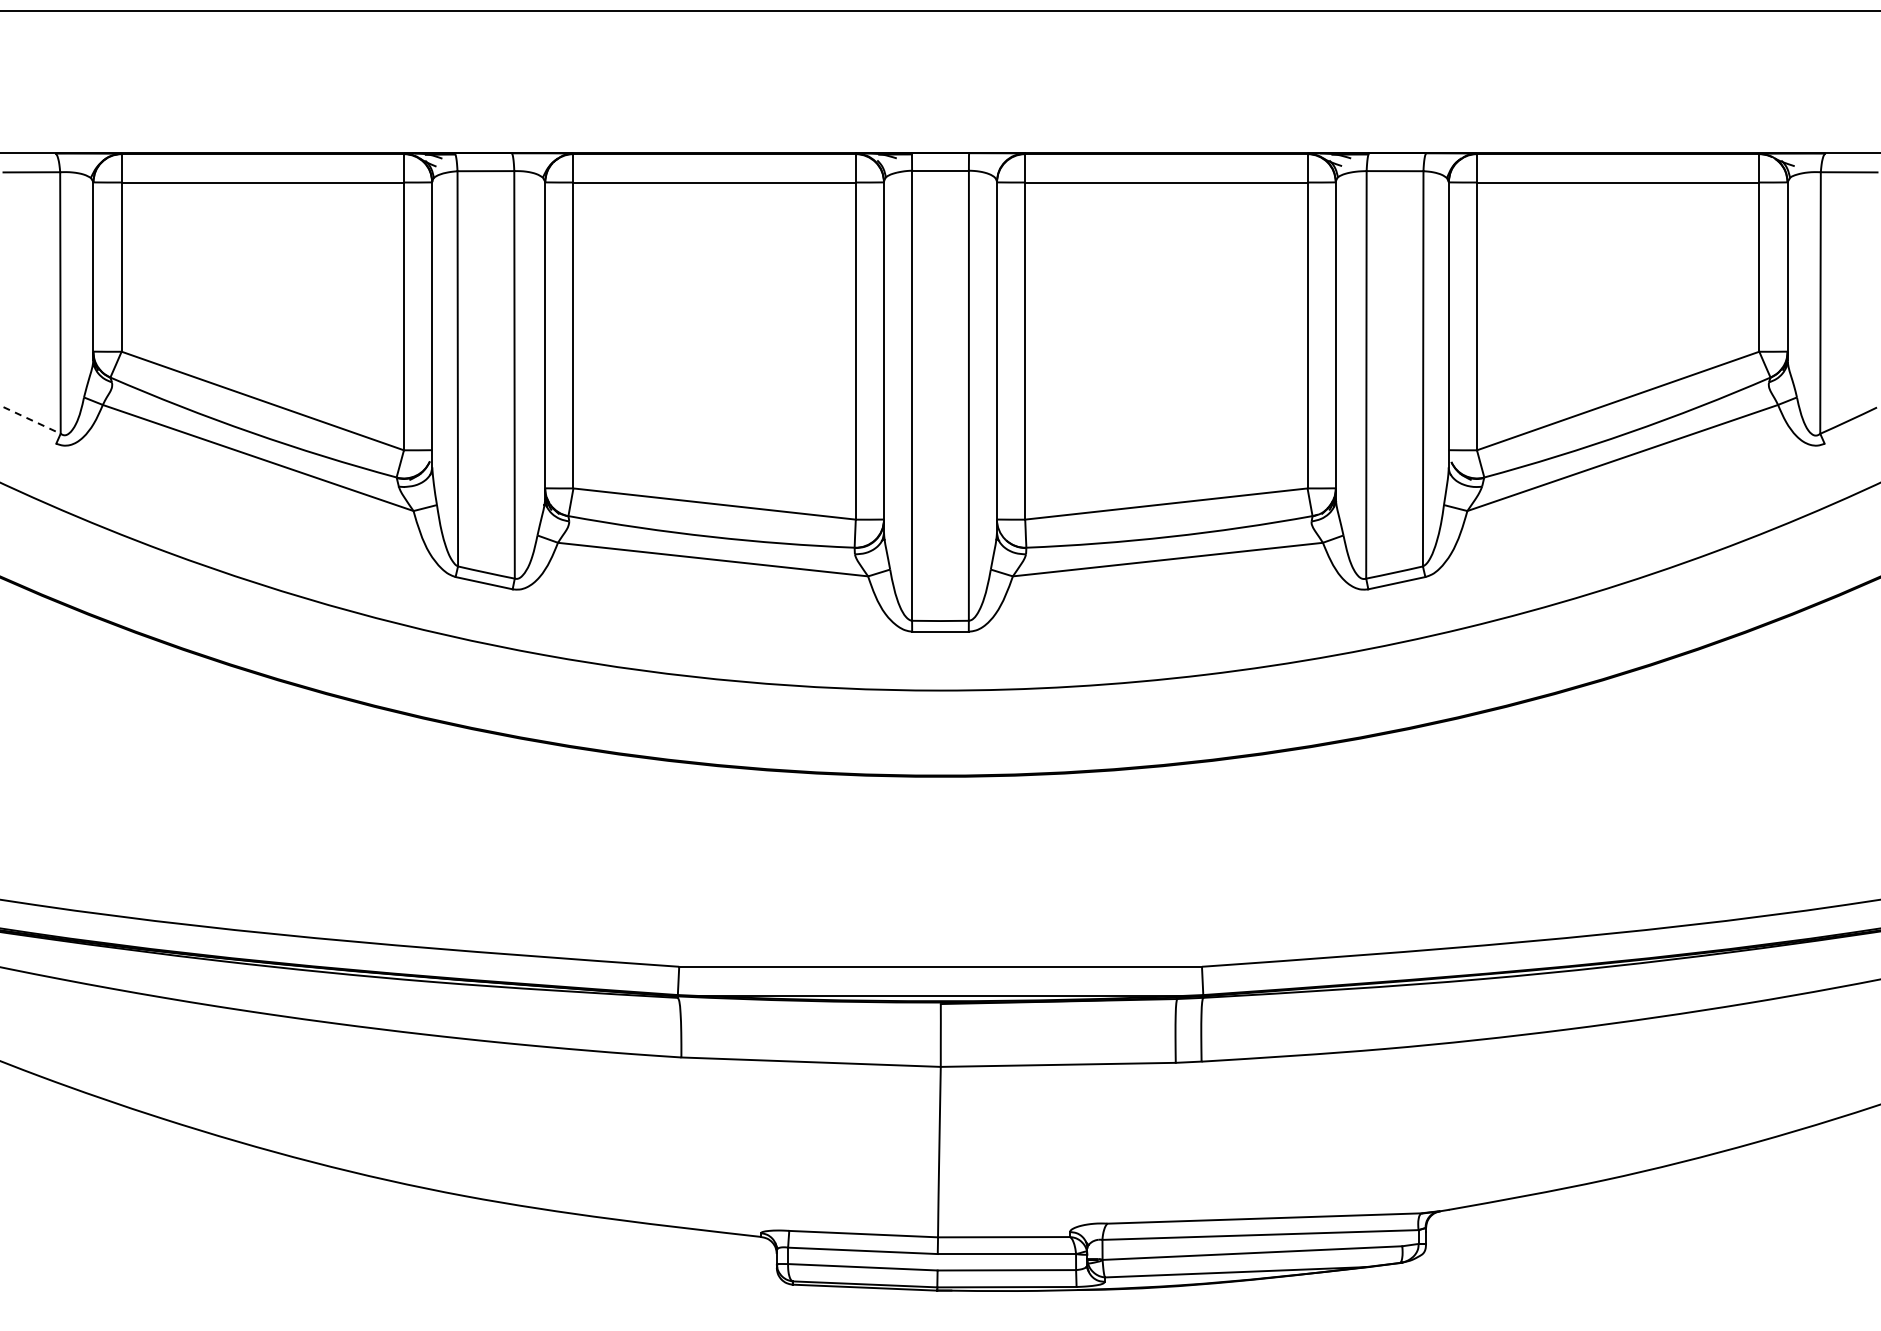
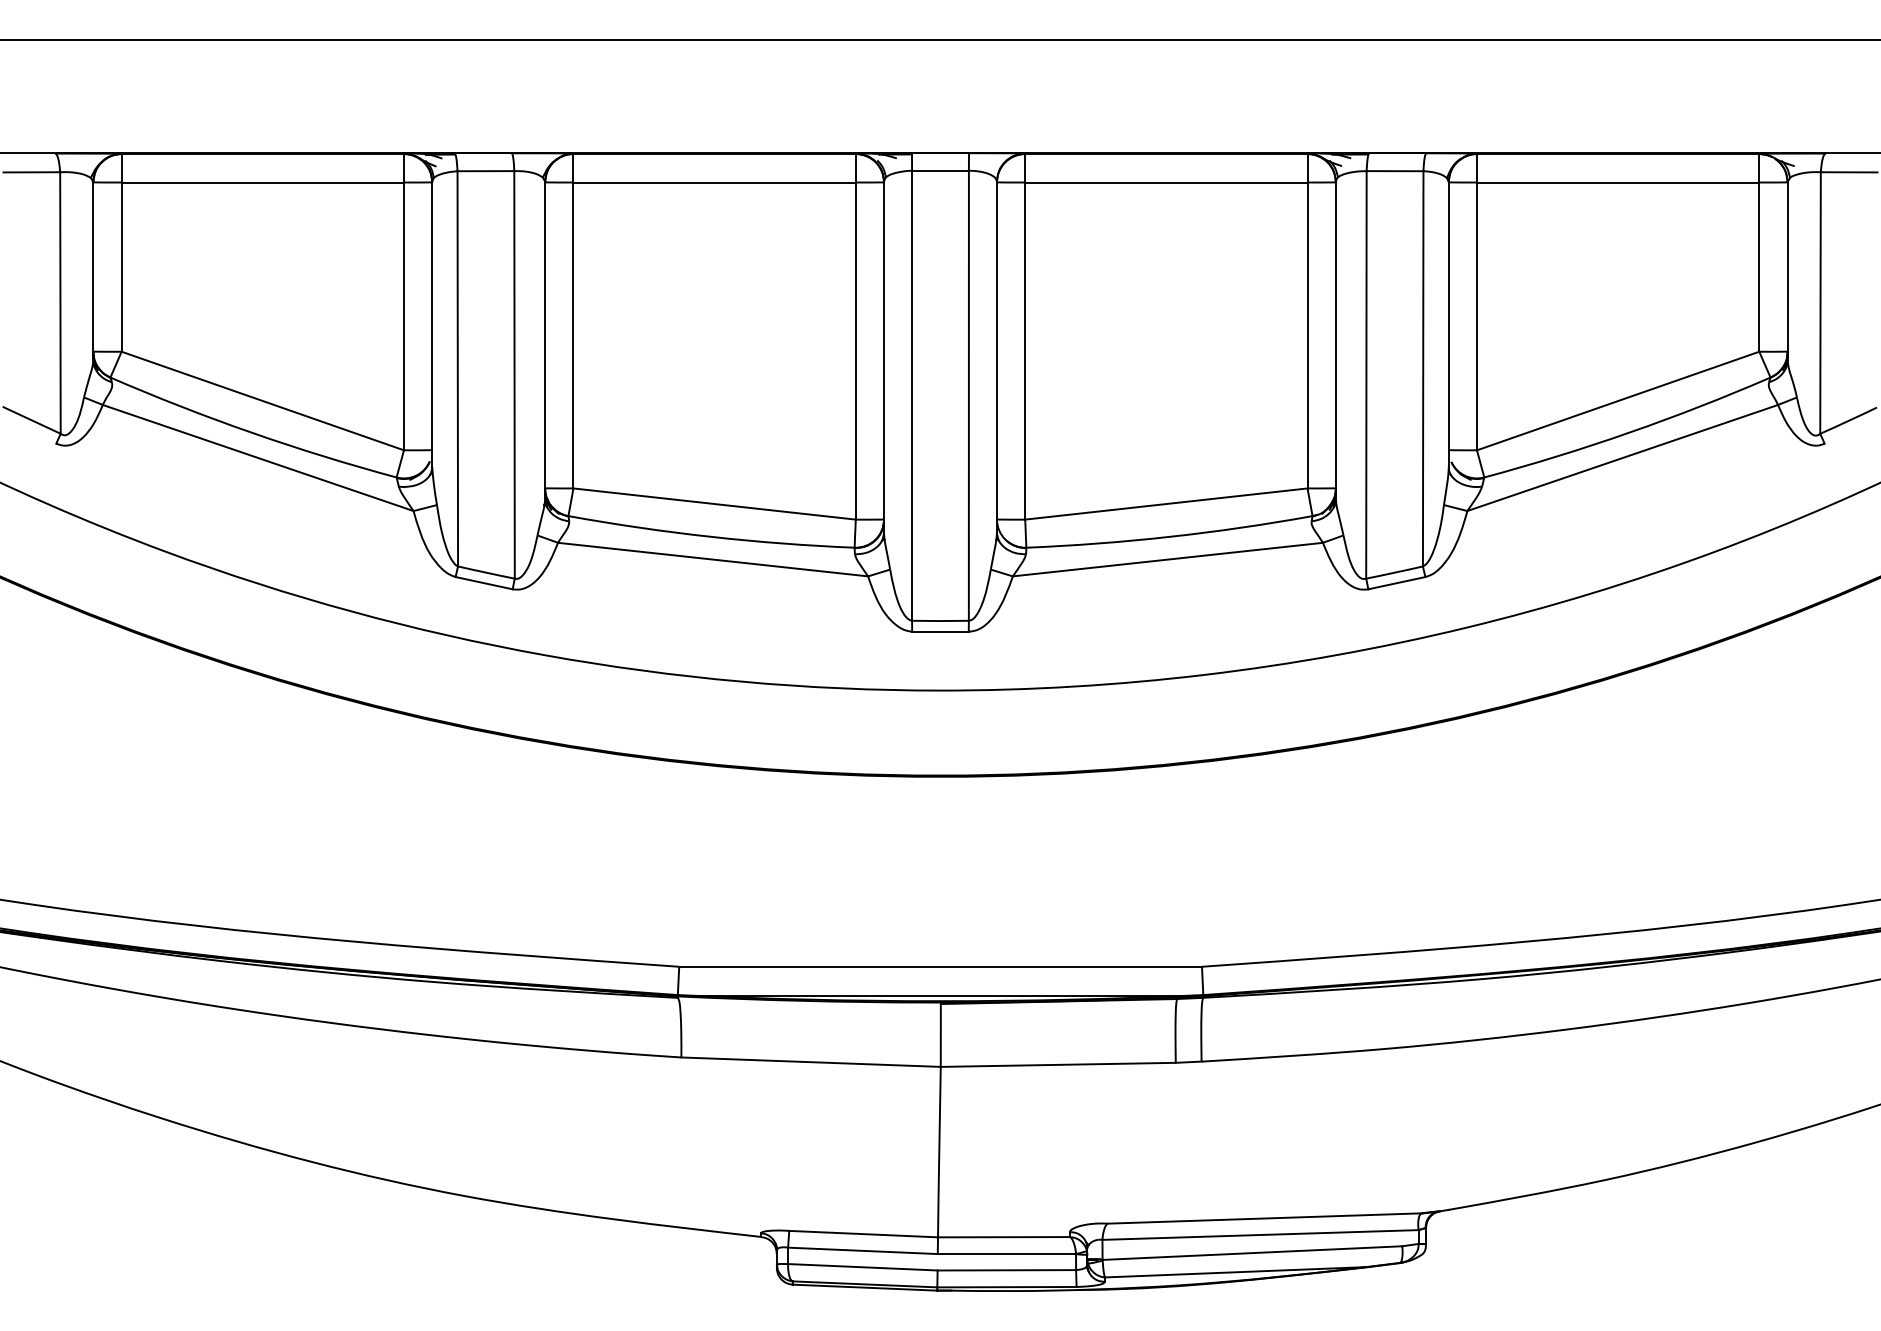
line at (939, 10) position: (939, 10) -> (939, 39)
line at (32, 420): dashed -> solid
